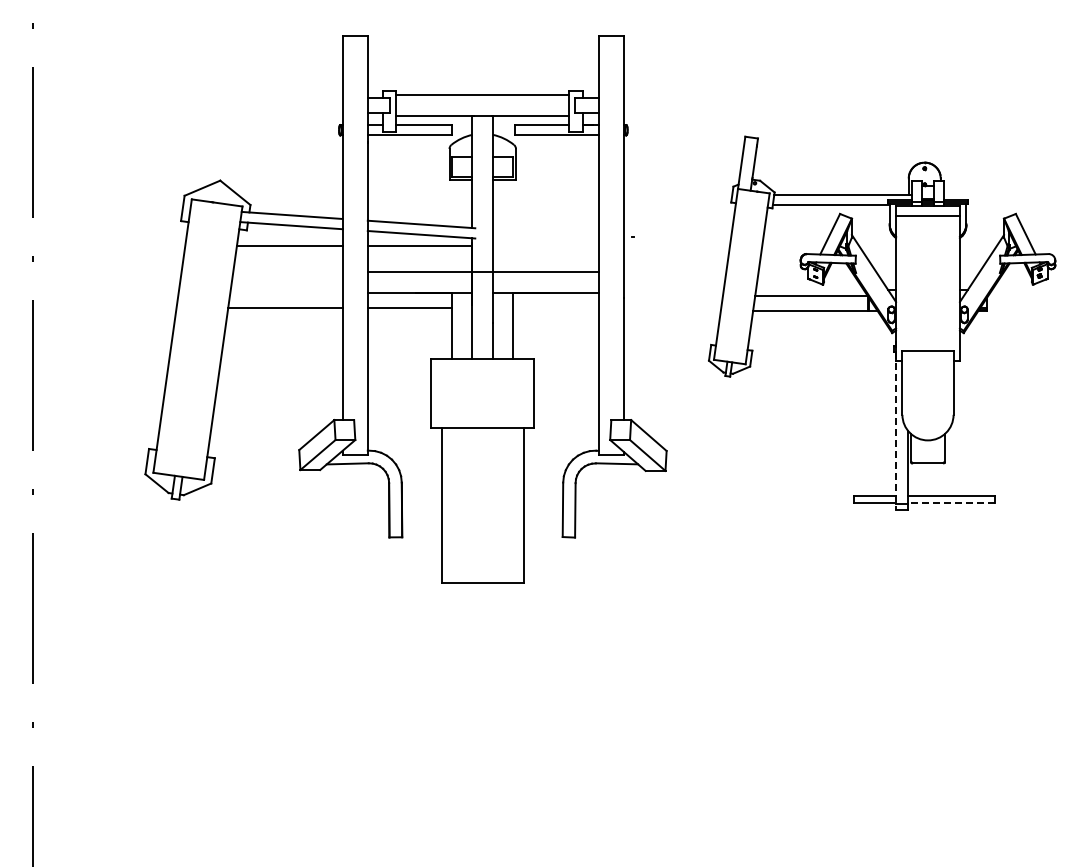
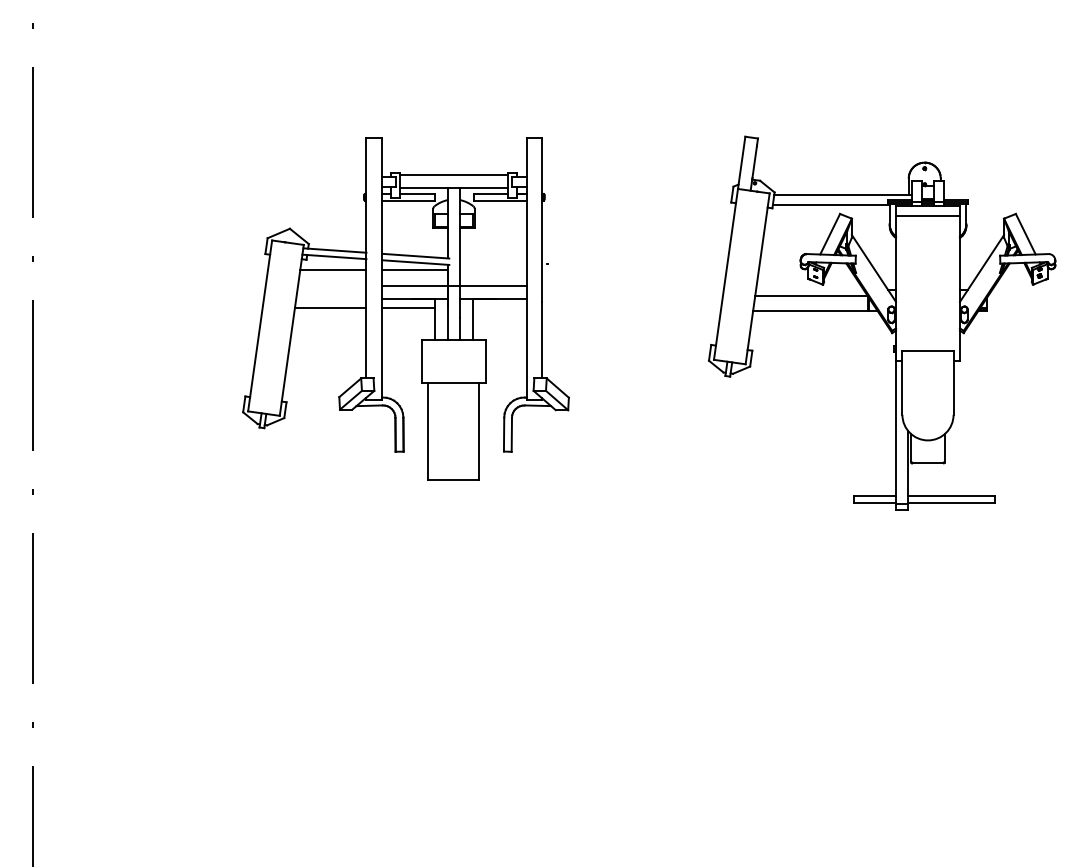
part at (405, 309) size: 524x549 px -> 328x344 px
line at (895, 425): dashed -> solid
line at (951, 503): dashed -> solid
